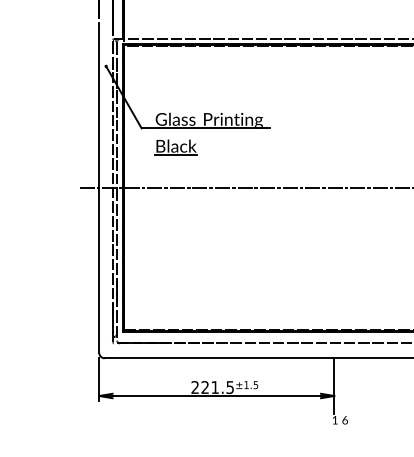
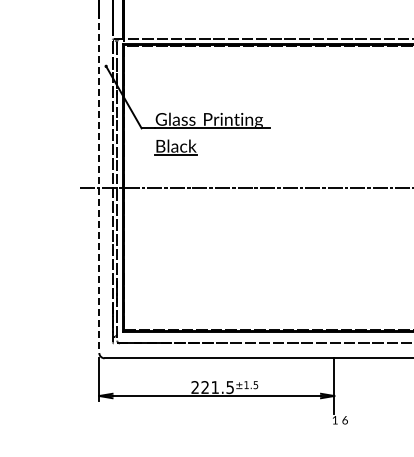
line at (99, 188): solid -> dashed
